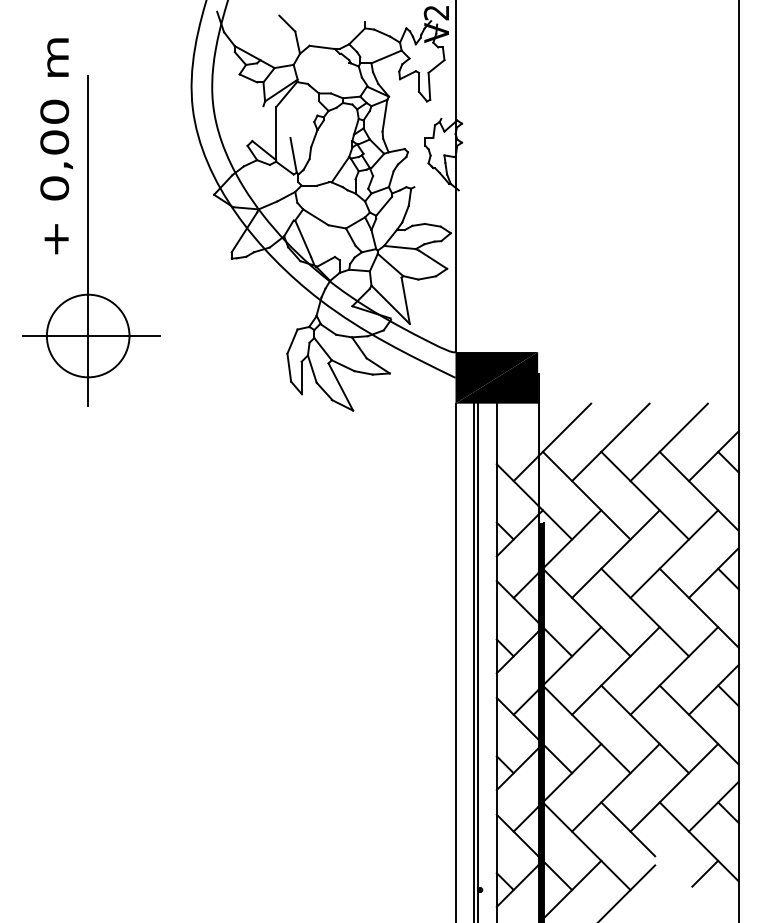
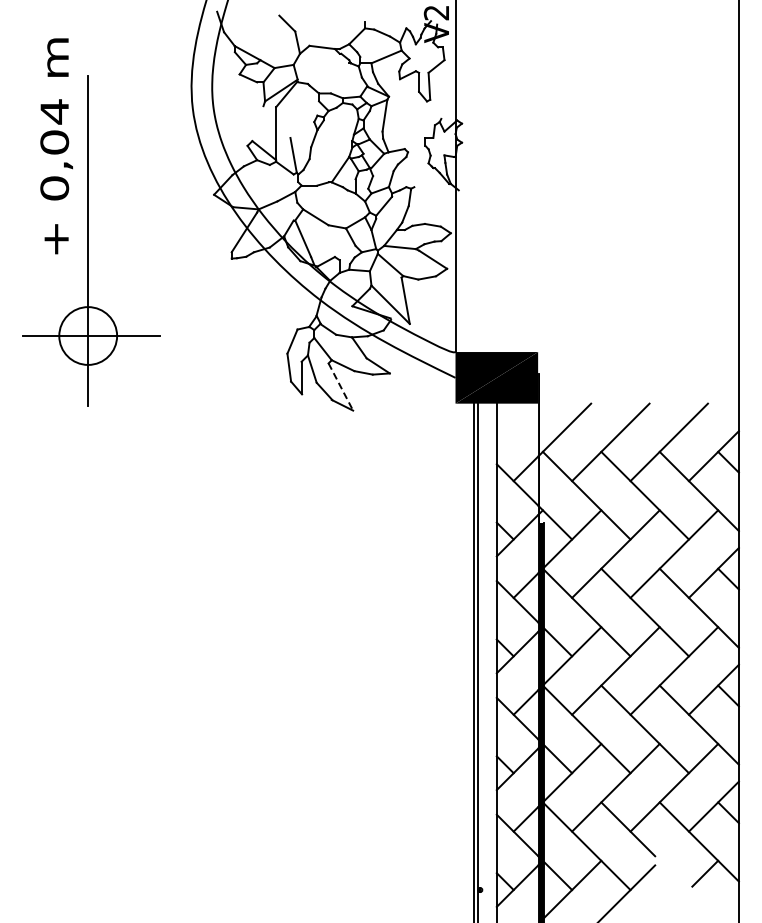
text at (54, 111): 0,00 -> 0,04
circle at (87, 335) diameter: 83 px -> 58 px
line at (340, 387): solid -> dashed
line at (455, 661): present -> none
